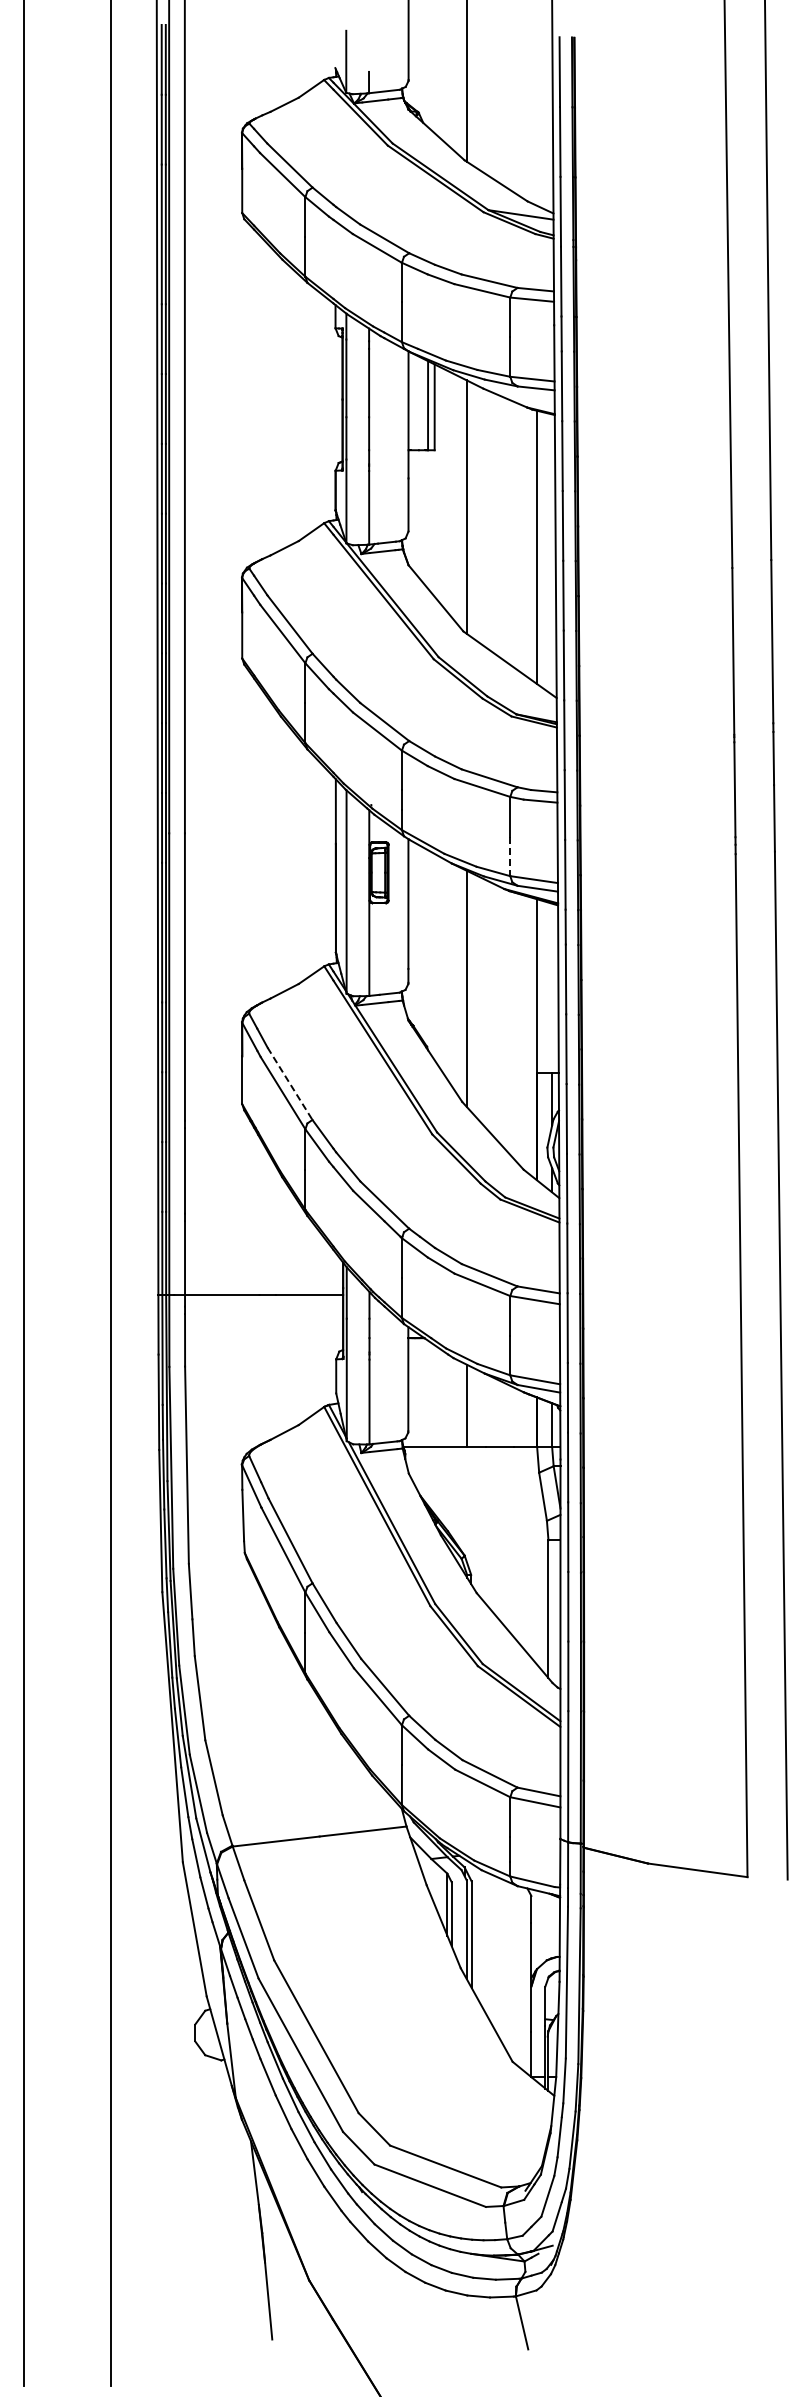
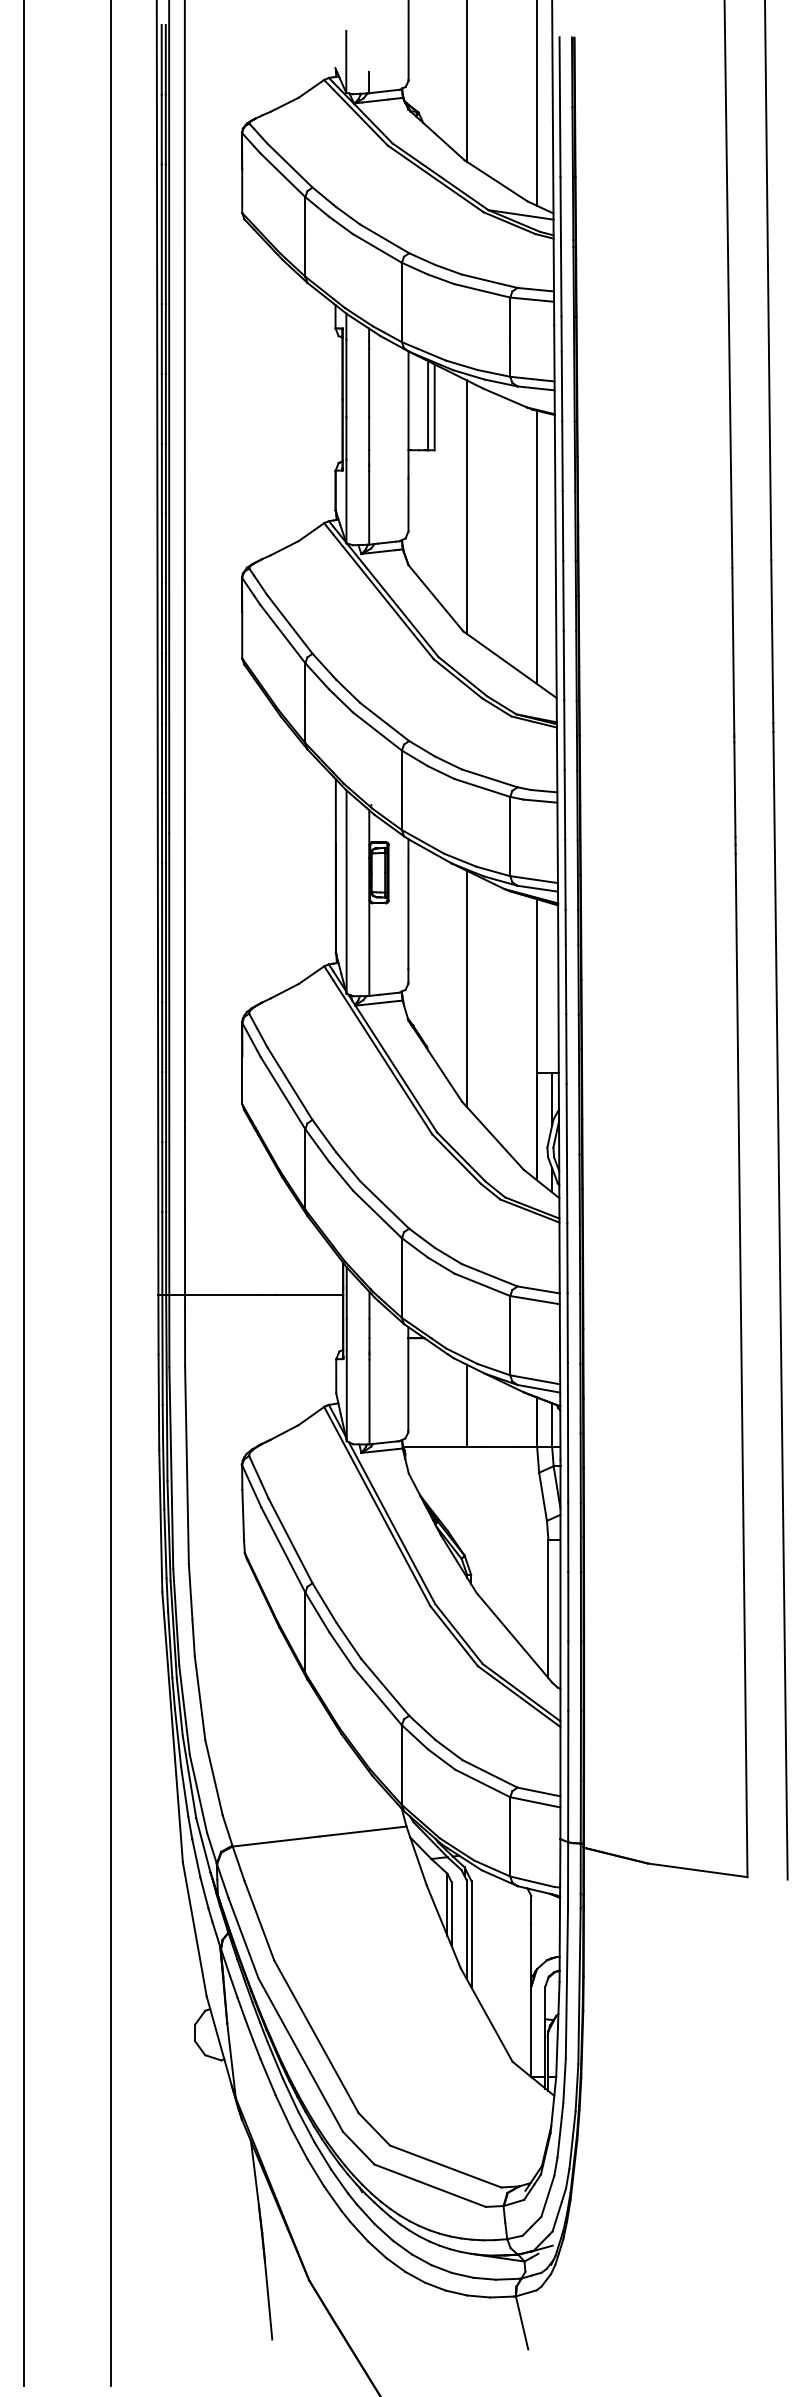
line at (536, 103): none -> present
line at (510, 856): dashed -> solid
line at (290, 1084): dashed -> solid
